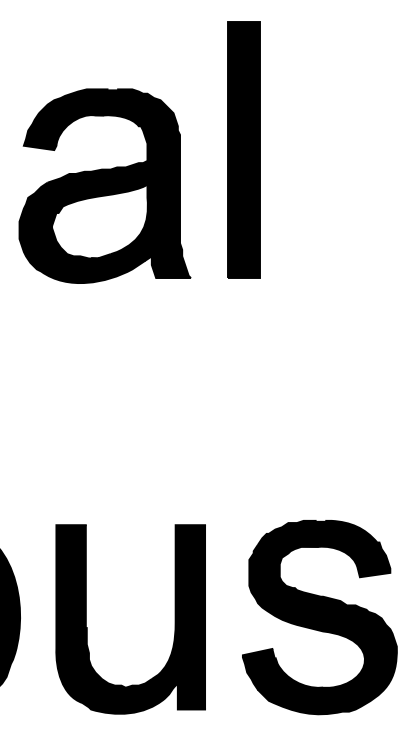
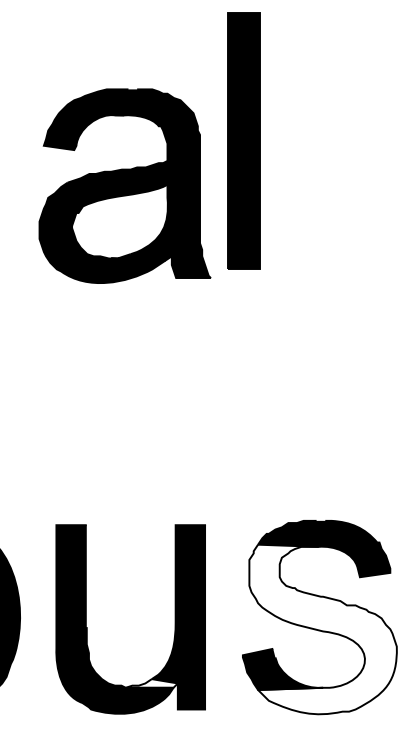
part at (243, 149) position: (243, 149) -> (243, 140)
part at (104, 185) position: (104, 185) -> (124, 185)
fill at (322, 629): present -> none
fill at (151, 683): present -> none
